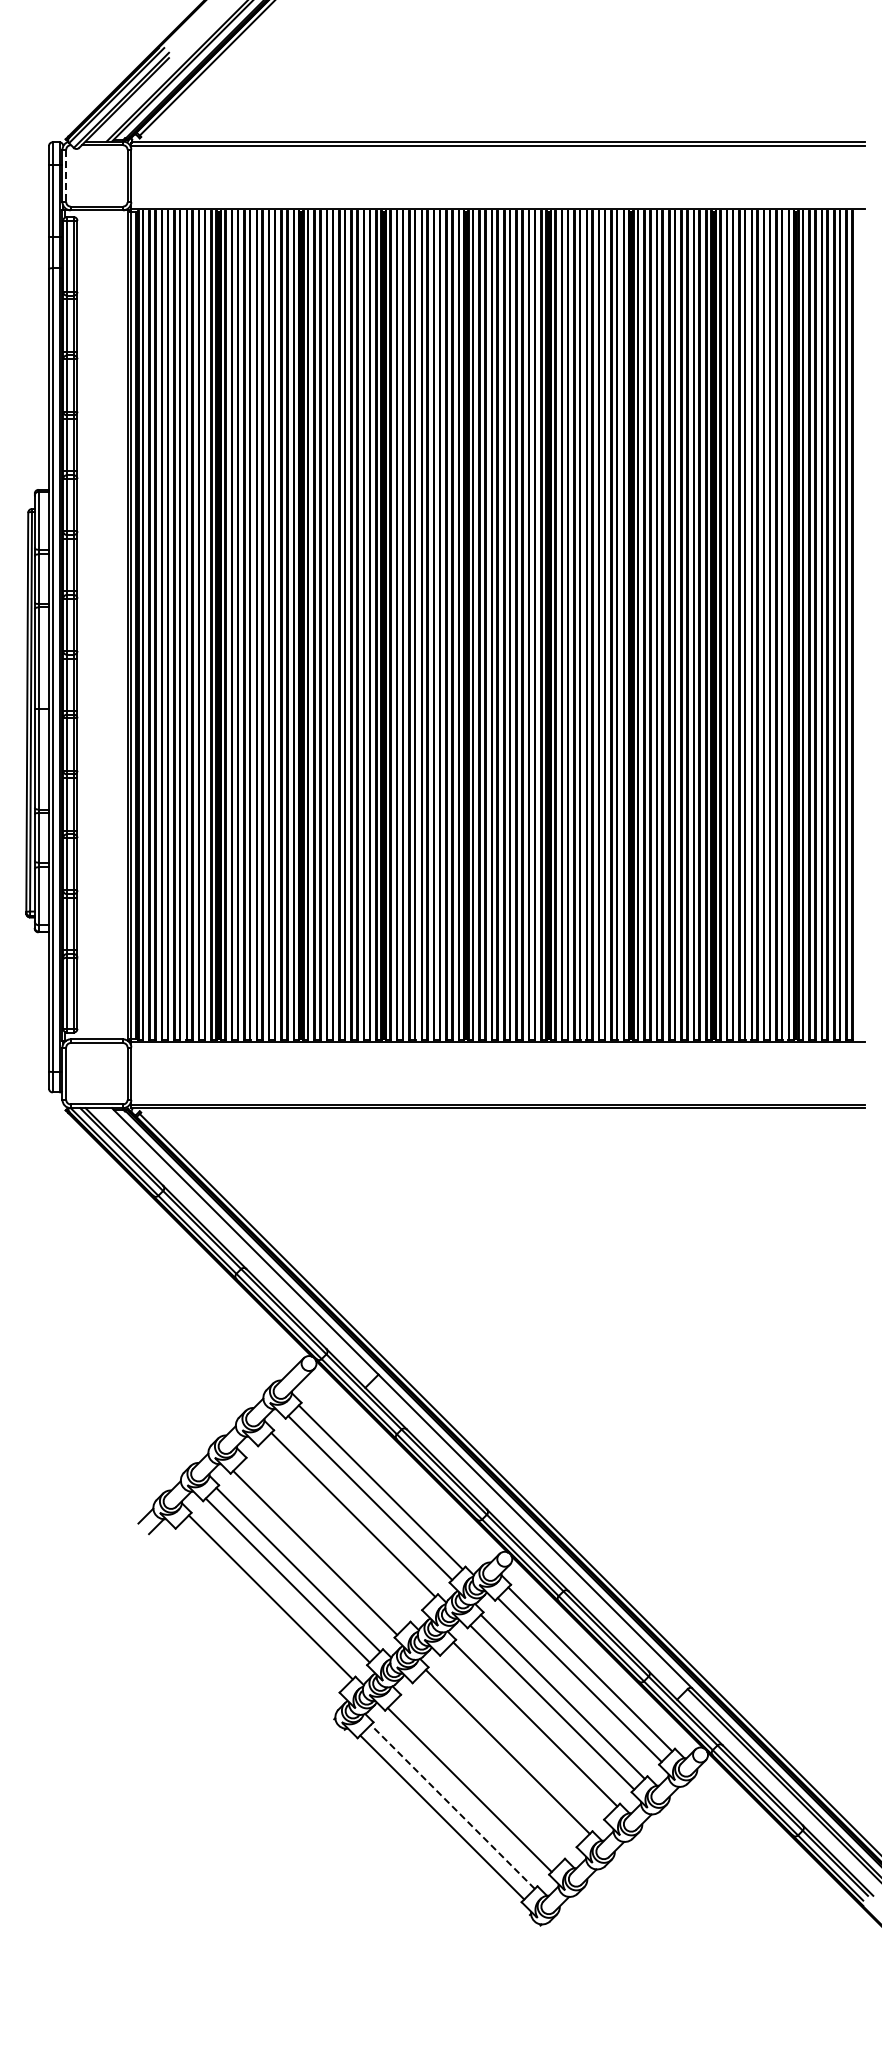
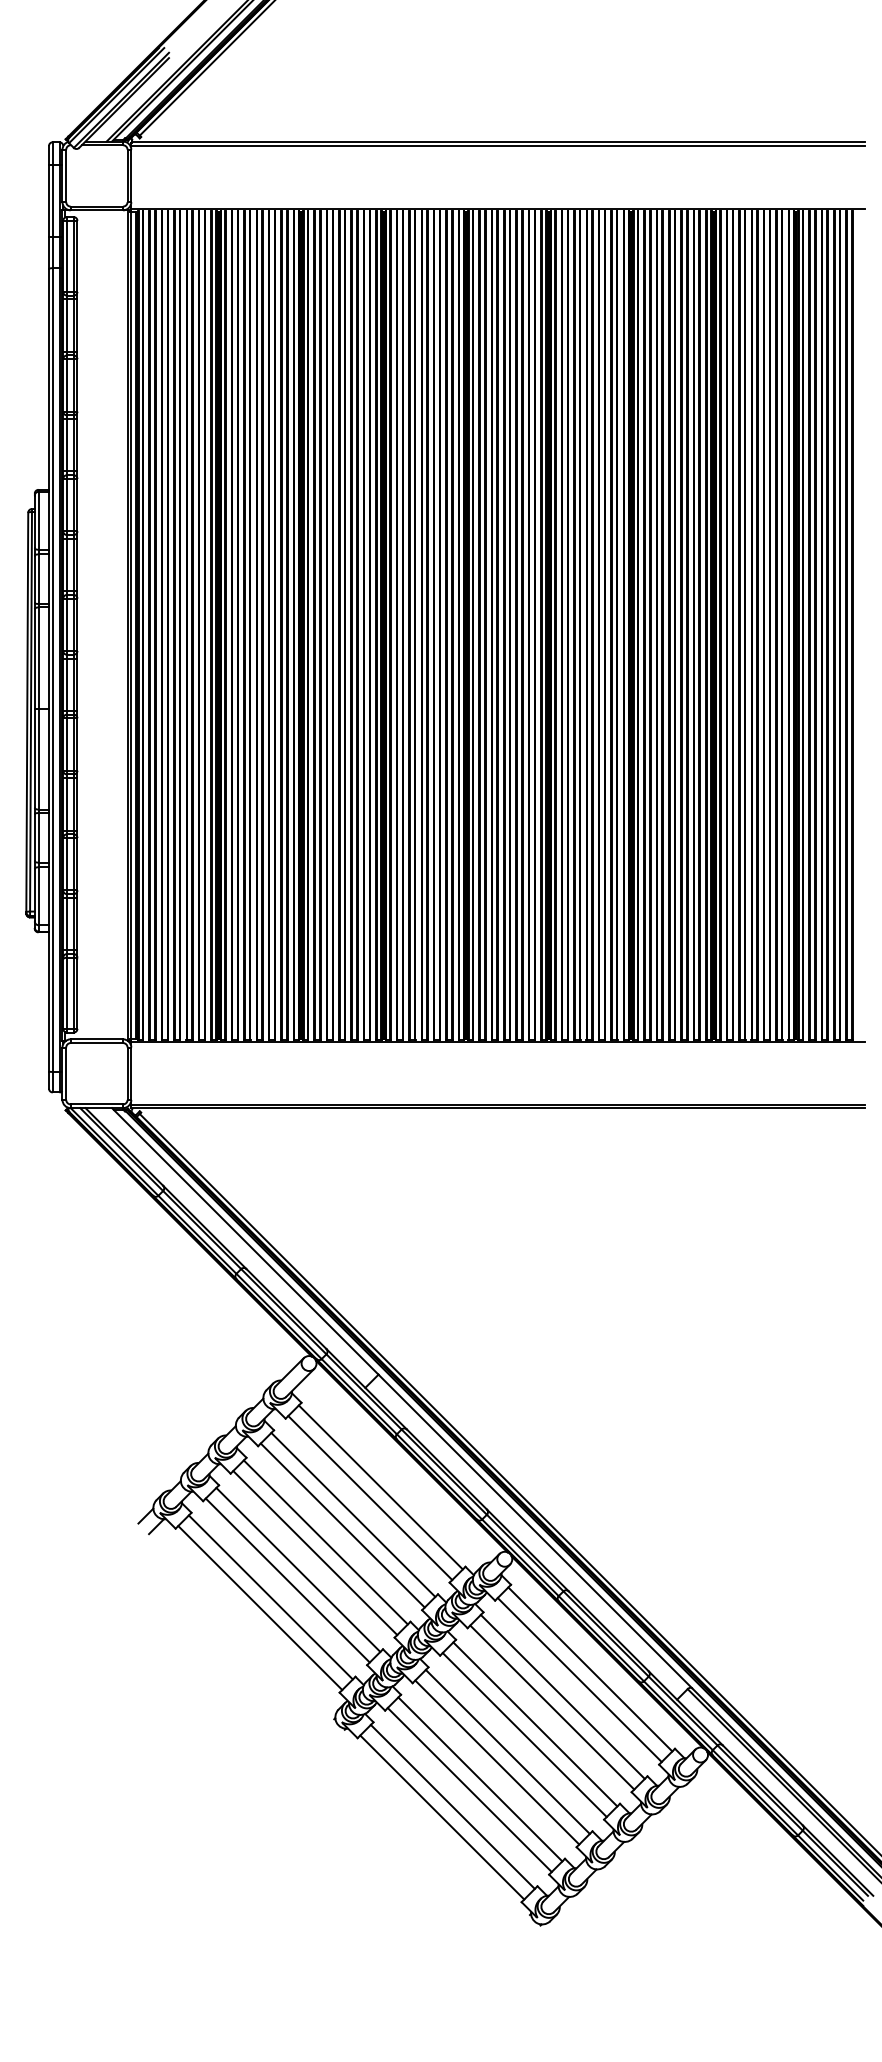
line at (66, 176): dashed -> solid
line at (342, 1525): none -> present
line at (325, 1542): none -> present
line at (260, 1608): none -> present
line at (524, 1735): none -> present
line at (497, 1762): none -> present
line at (480, 1779): none -> present
line at (452, 1806): dashed -> solid
